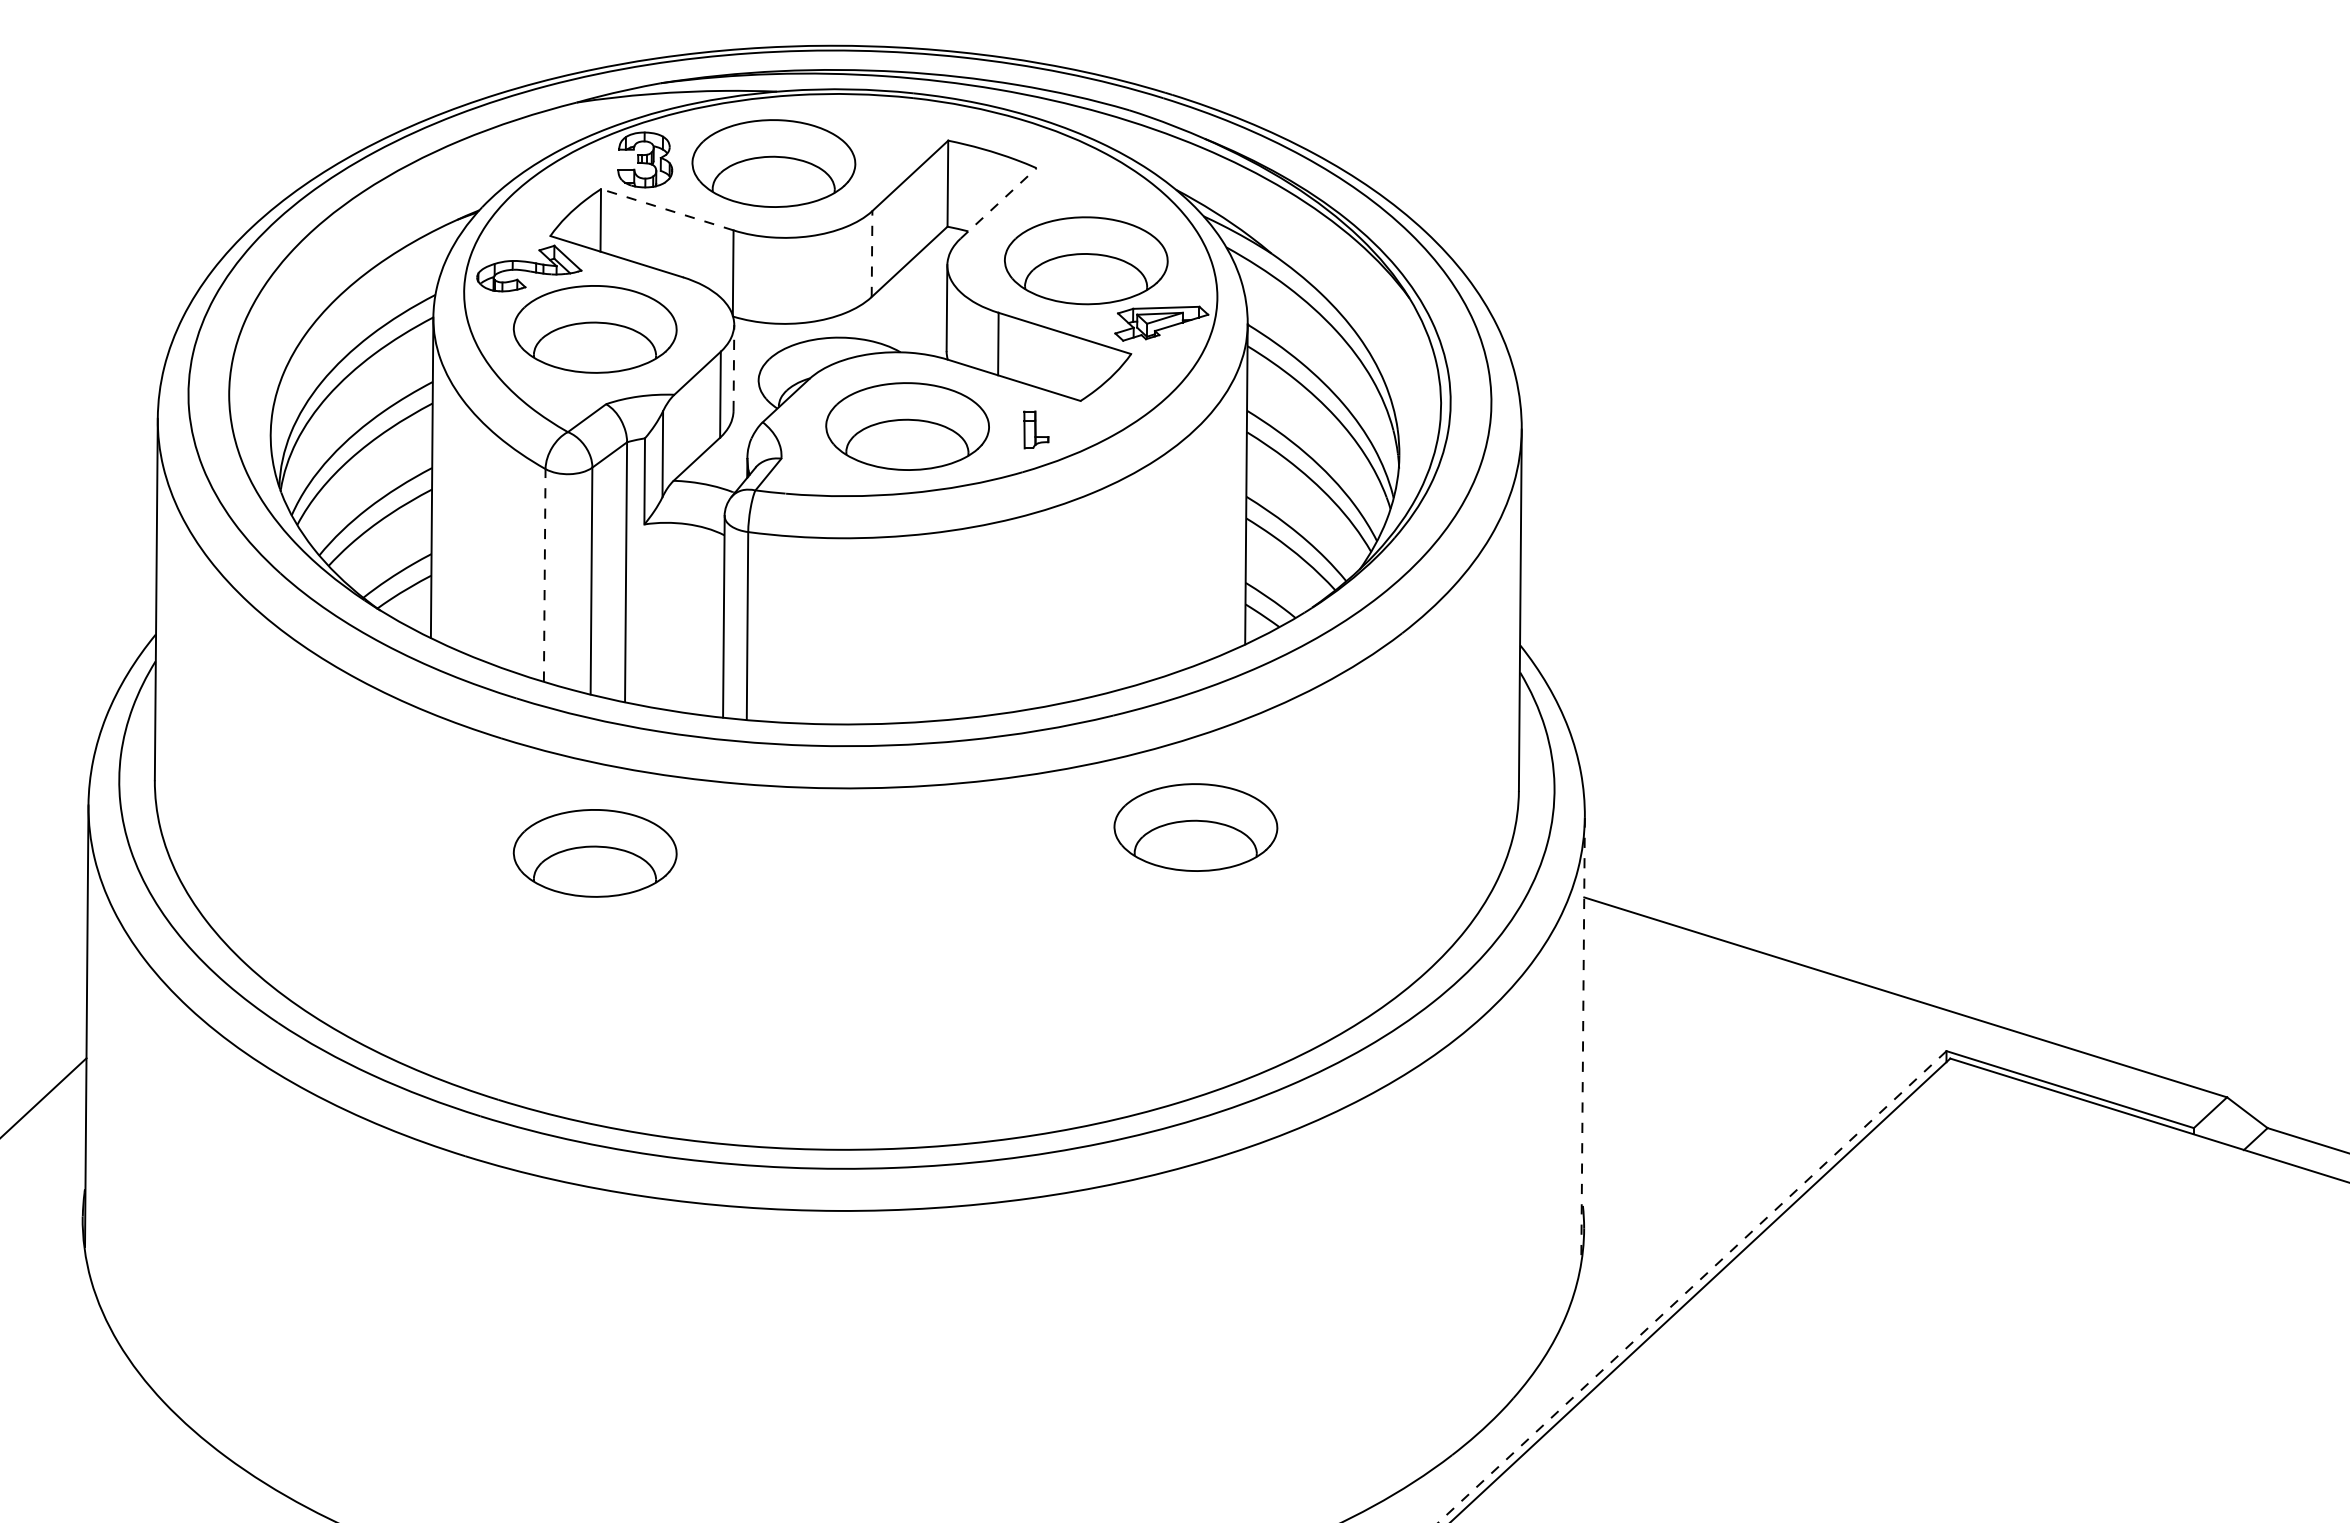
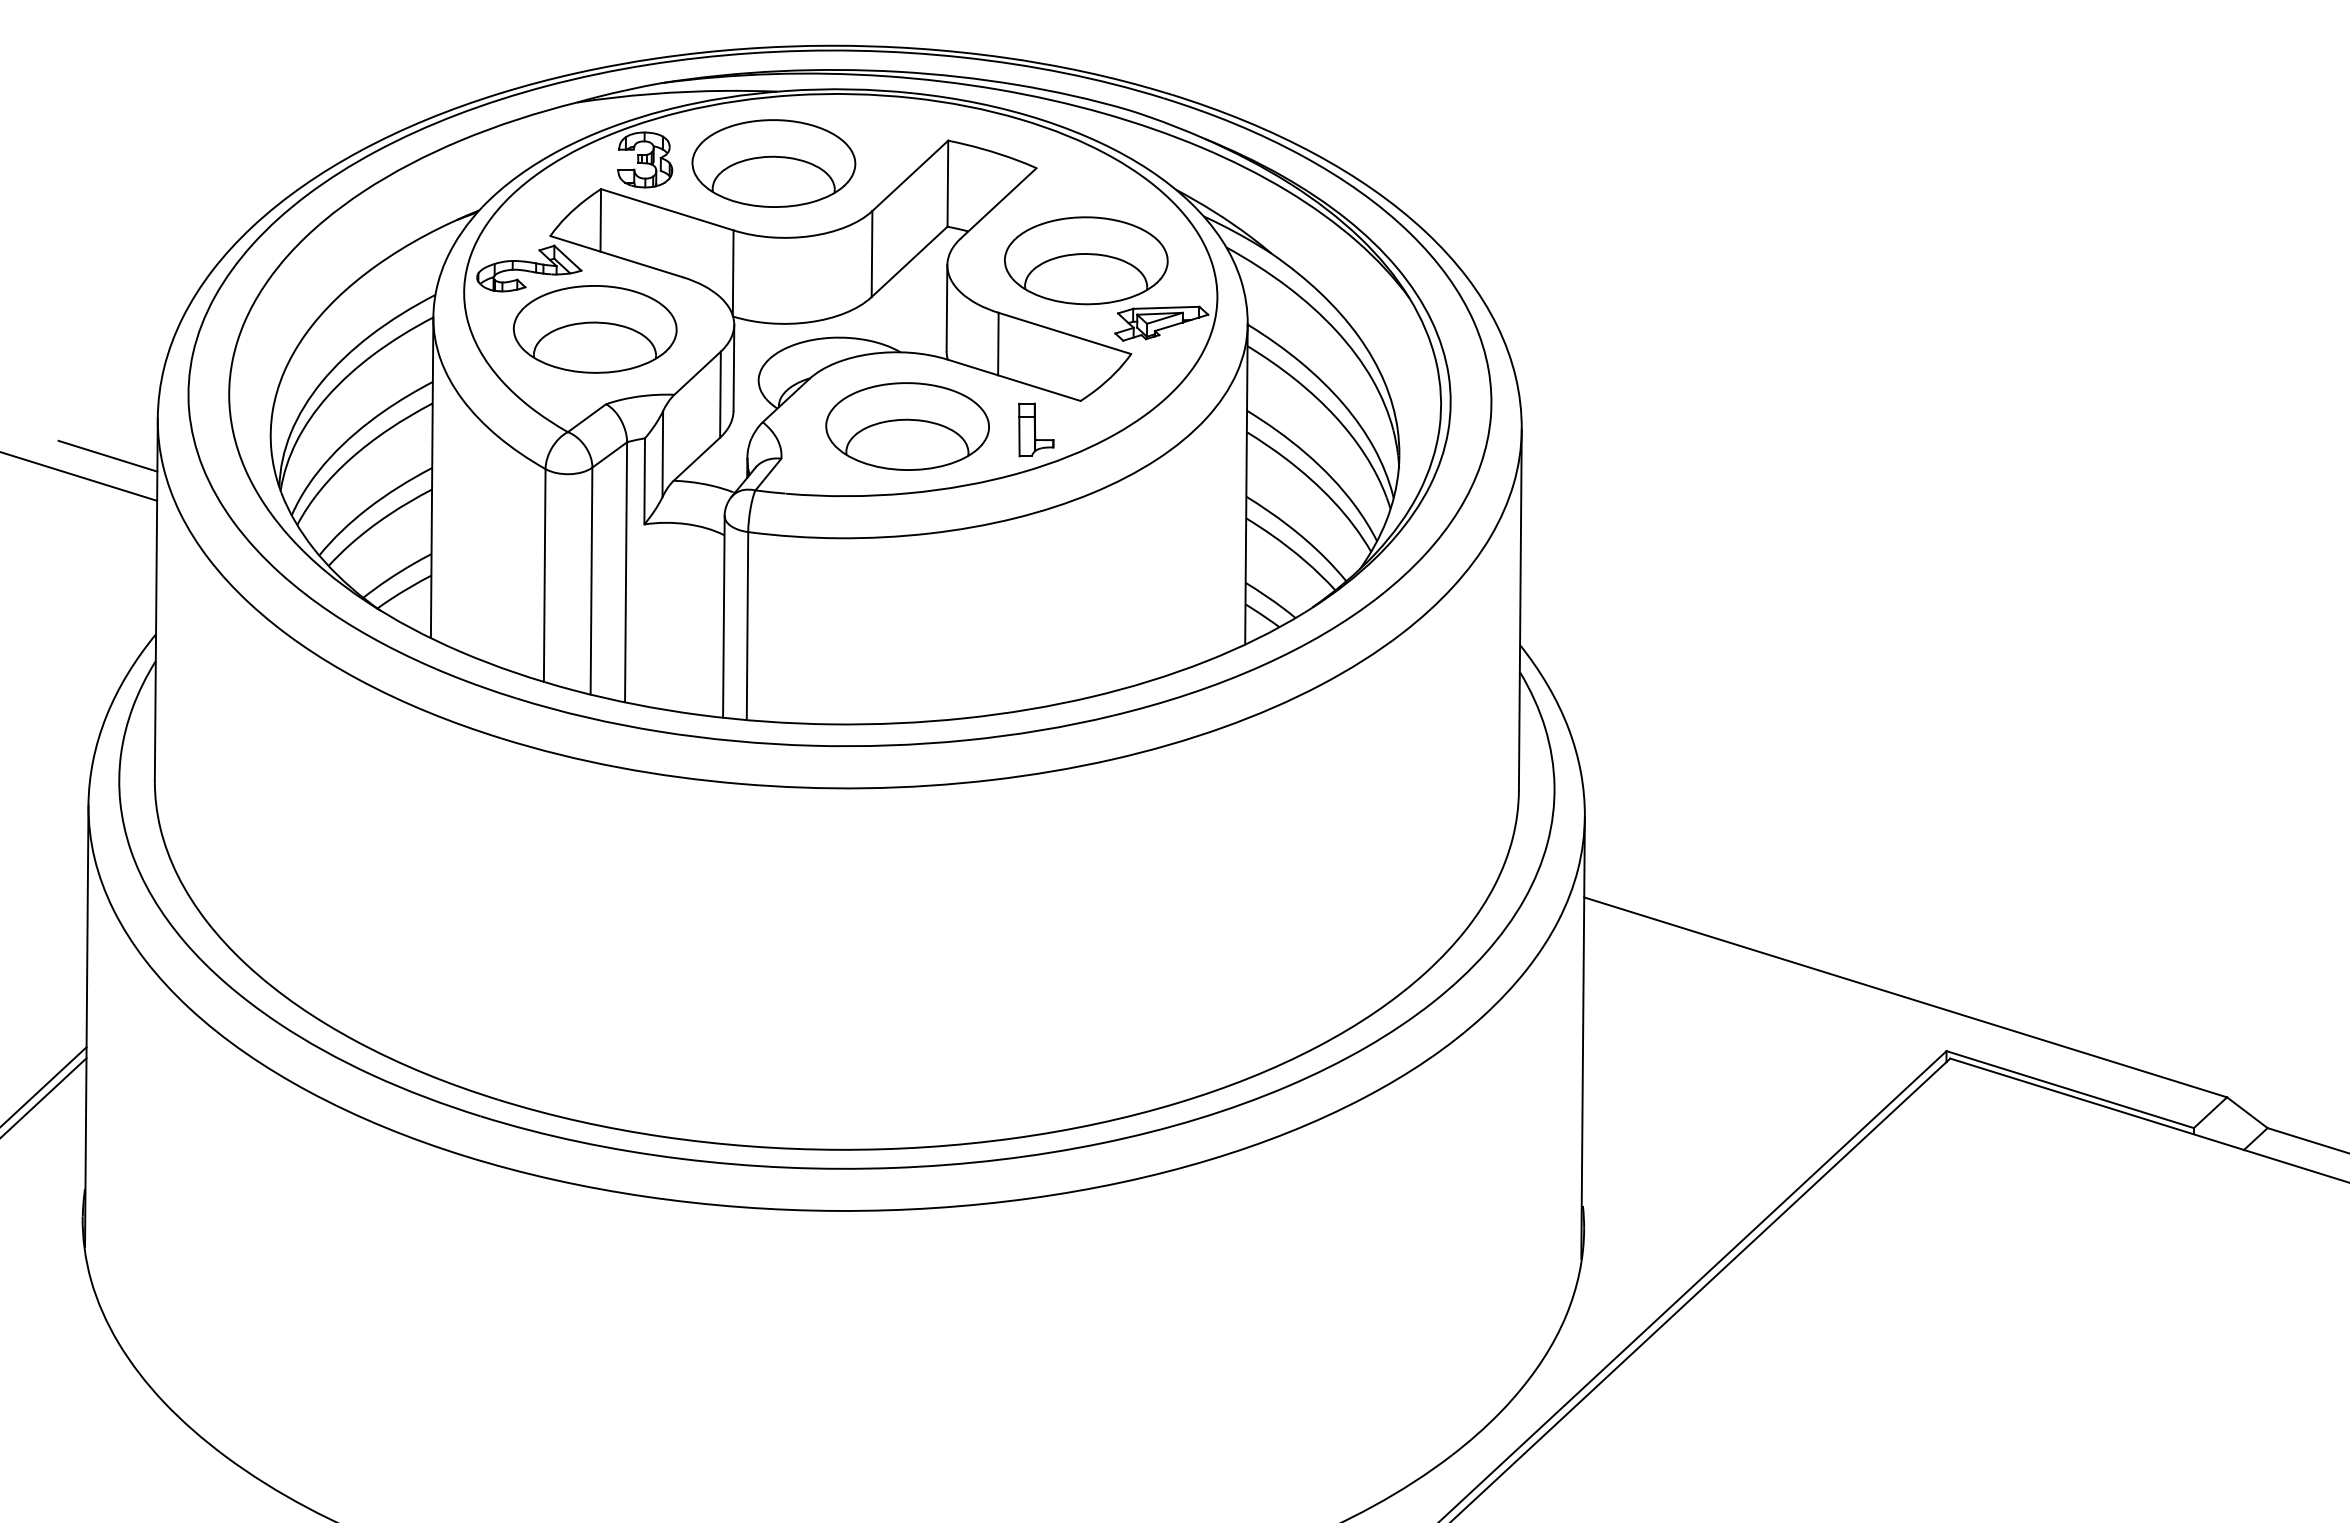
line at (998, 203): dashed -> solid
line at (666, 209): dashed -> solid
line at (872, 253): dashed -> solid
line at (733, 367): dashed -> solid
part at (1036, 429) size: 27x40 px -> 37x56 px
line at (107, 455): none -> present
line at (79, 476): none -> present
line at (544, 574): dashed -> solid
part at (1195, 827): present -> none
part at (594, 853): present -> none
line at (1583, 1038): dashed -> solid
line at (44, 1086): none -> present
line at (1692, 1287): dashed -> solid
